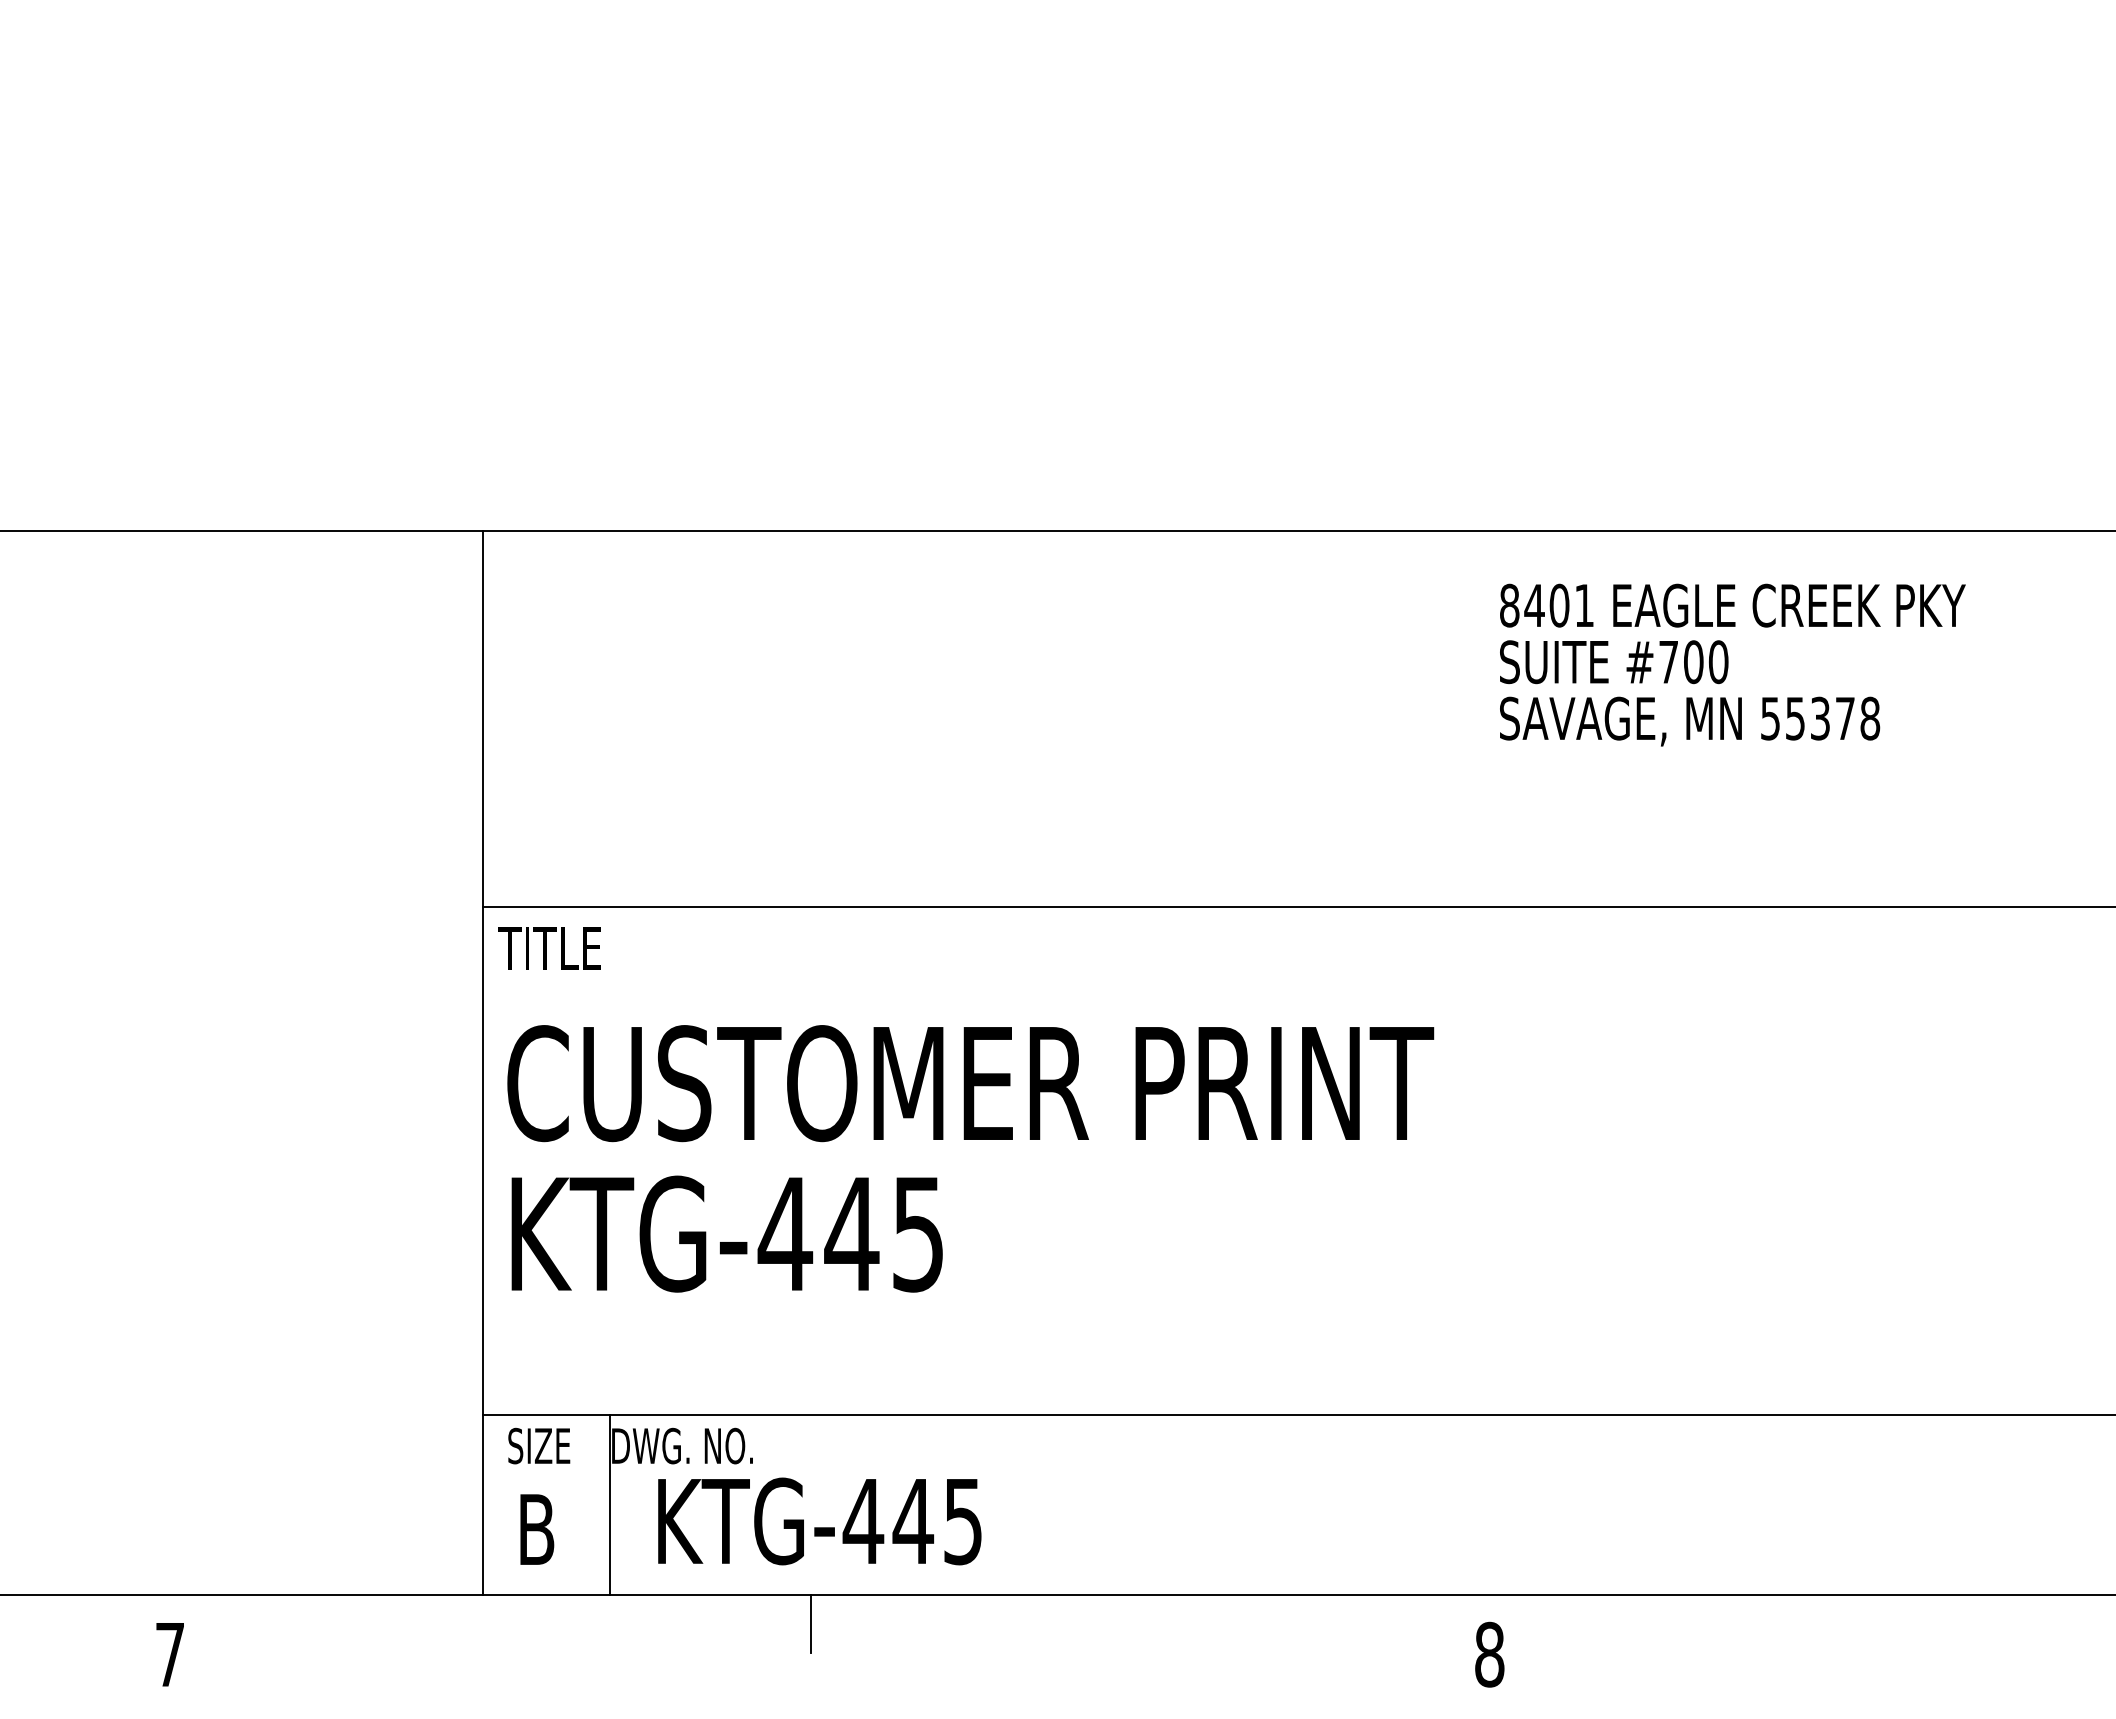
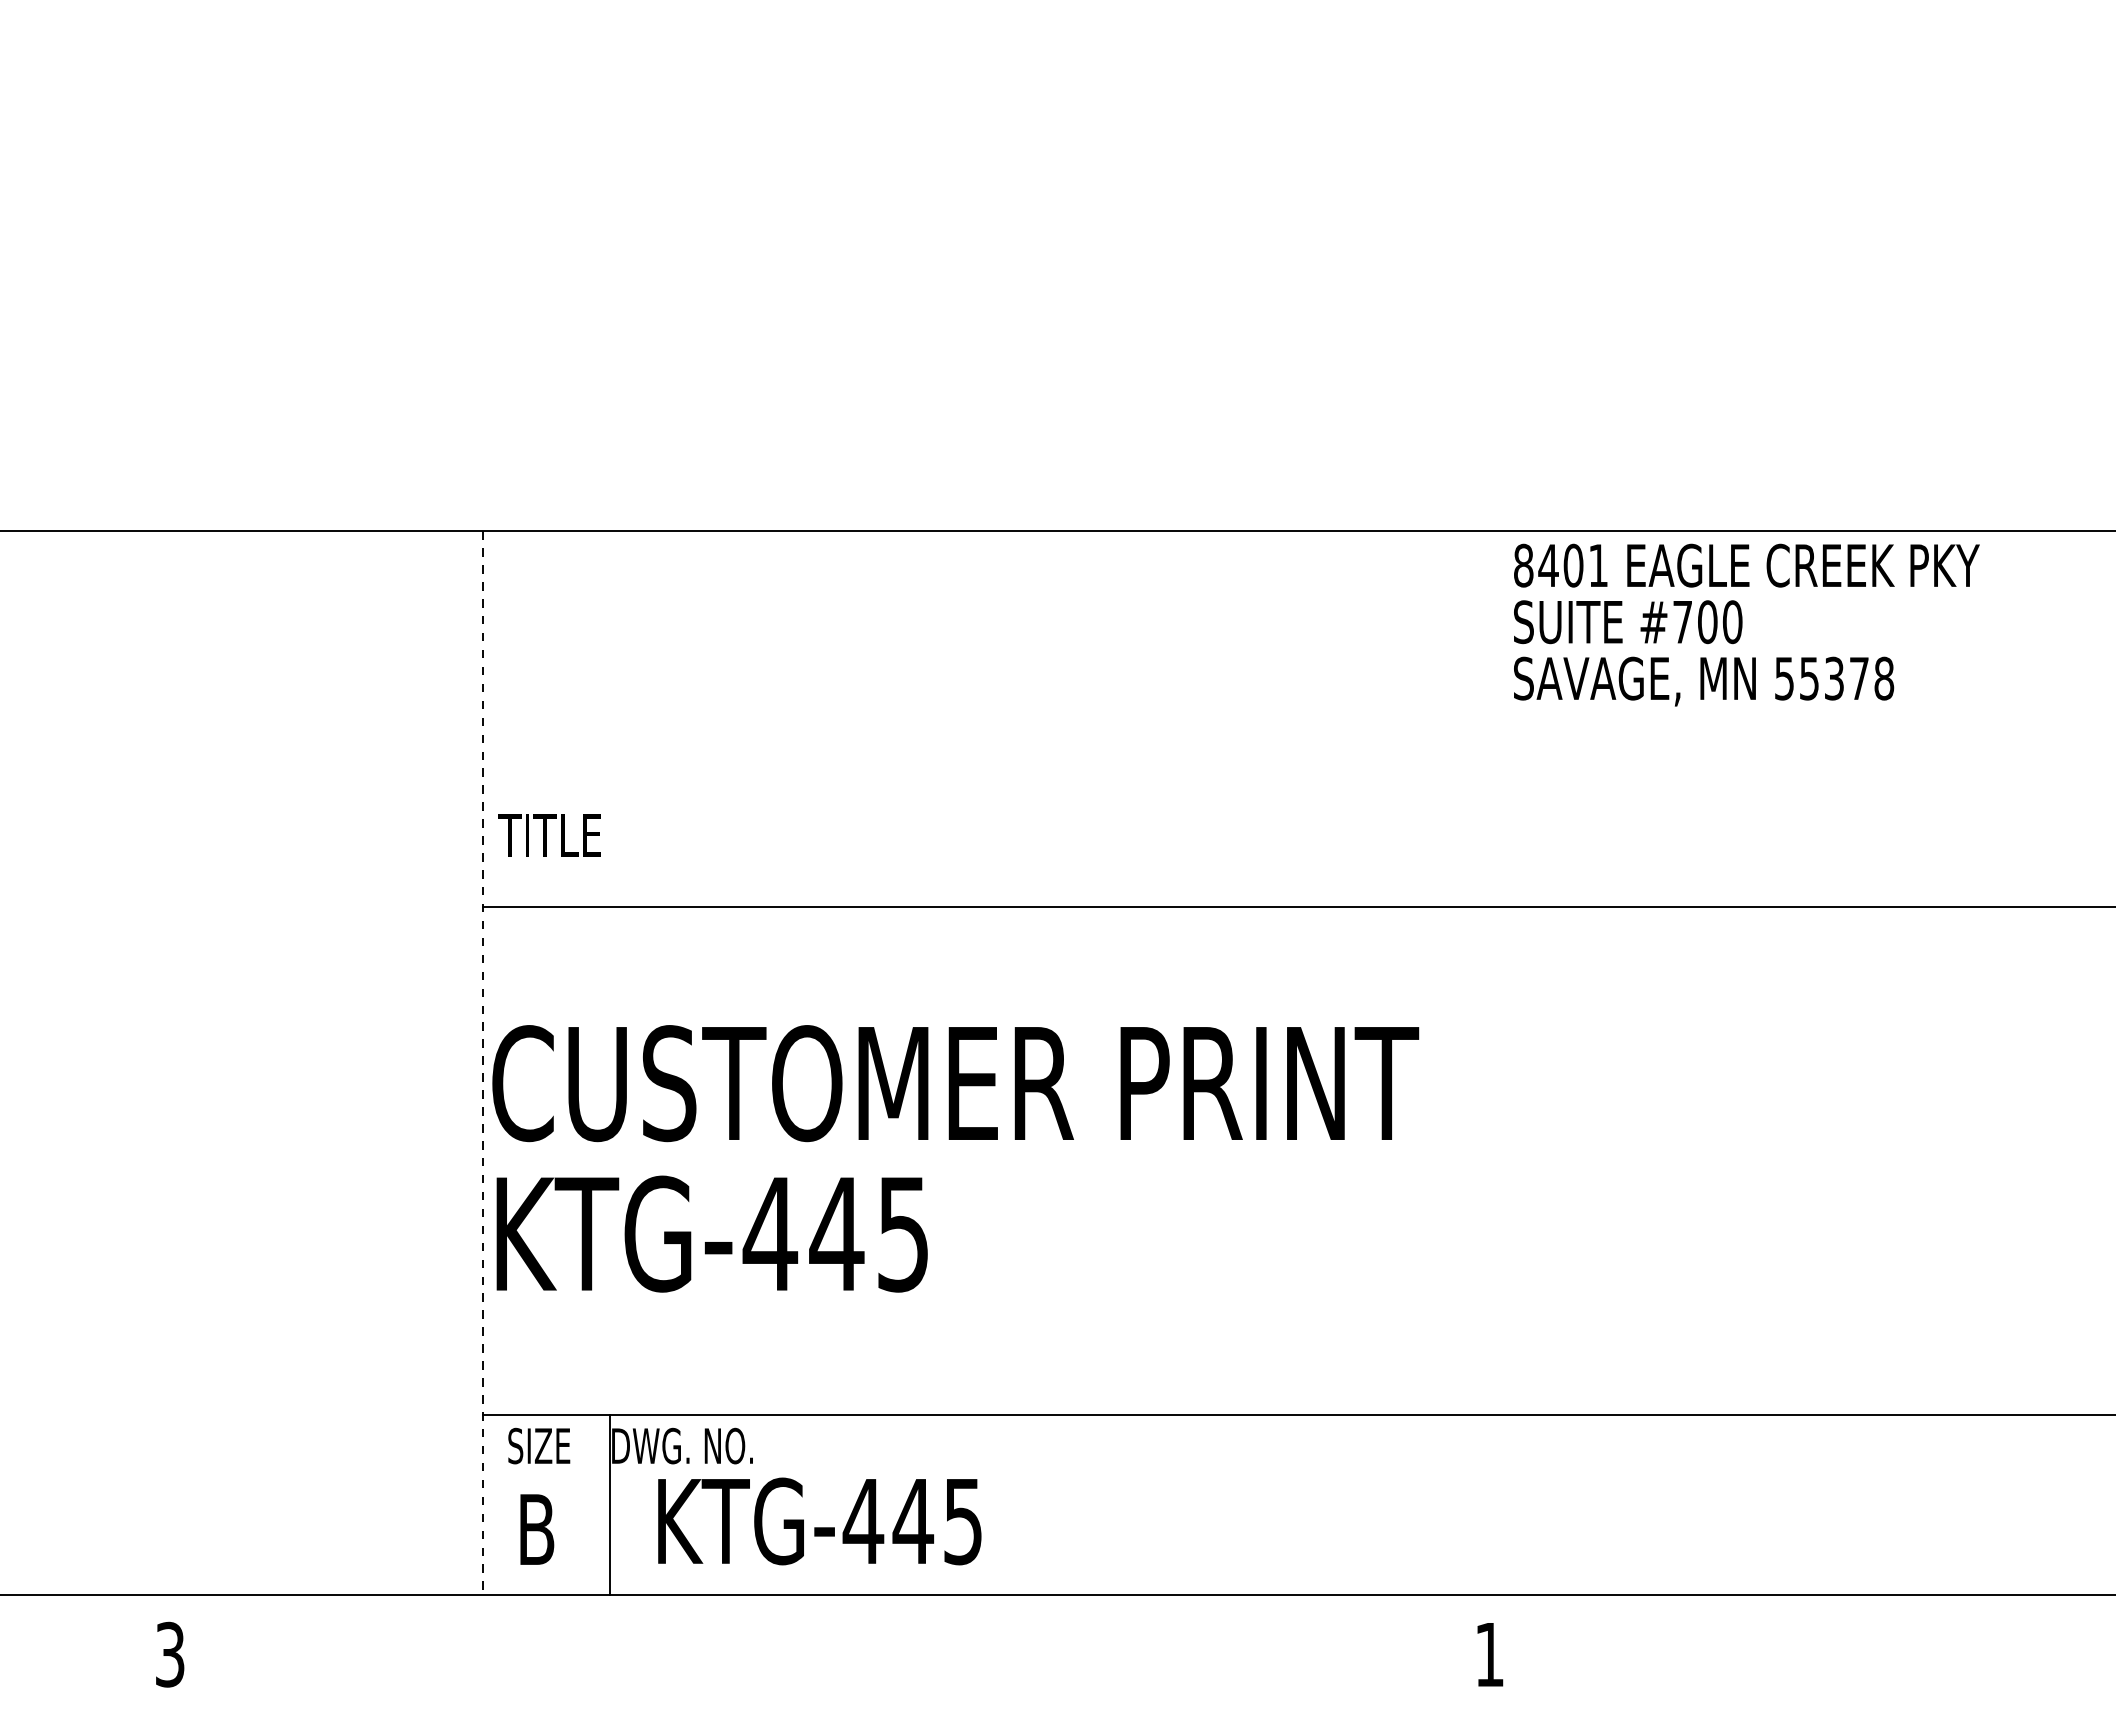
text at (1732, 664) position: (1732, 664) -> (1746, 624)
text at (549, 948) position: (549, 948) -> (549, 835)
line at (482, 1063): solid -> dashed
text at (970, 1158) position: (970, 1158) -> (955, 1158)
line at (811, 1623): present -> none
text at (170, 1654): 7 -> 3
text at (1489, 1654): 8 -> 1
